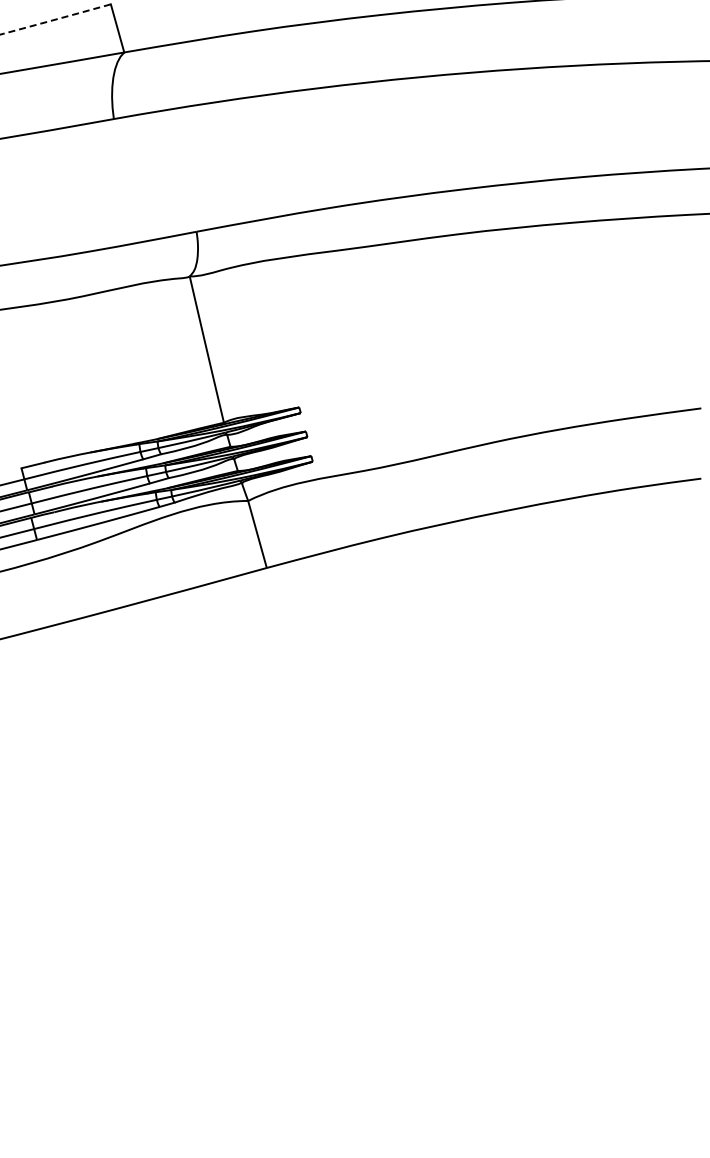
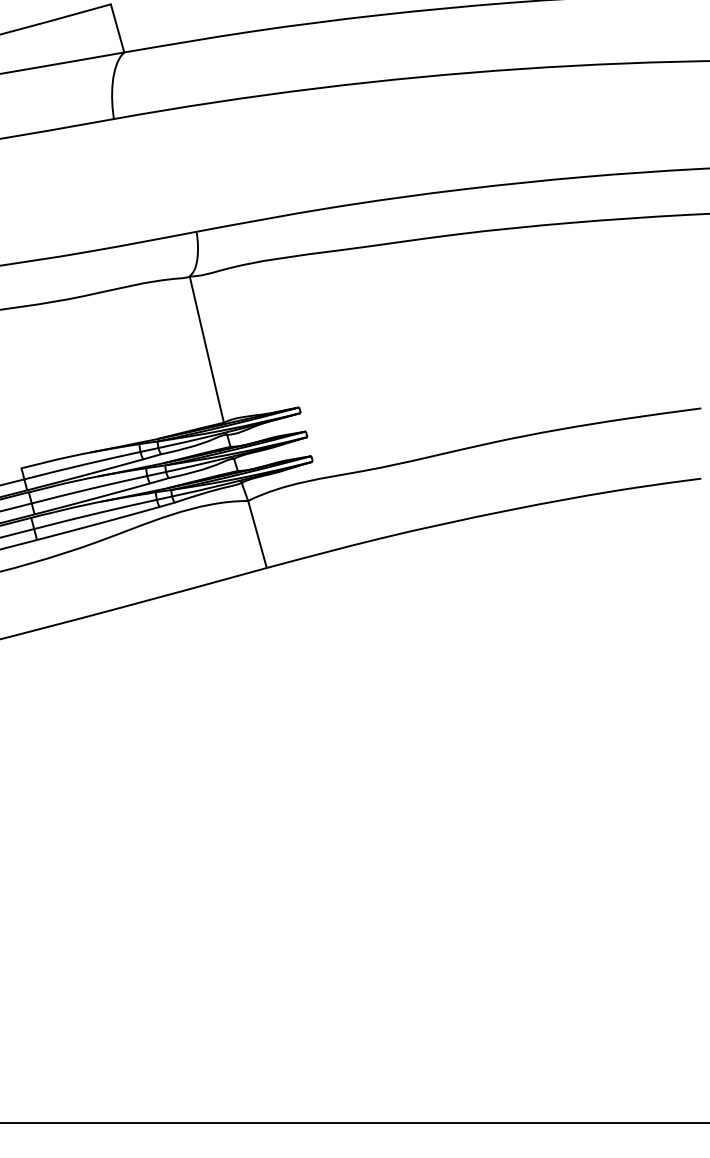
arc at (56, 19): dashed -> solid
line at (354, 1123): none -> present
